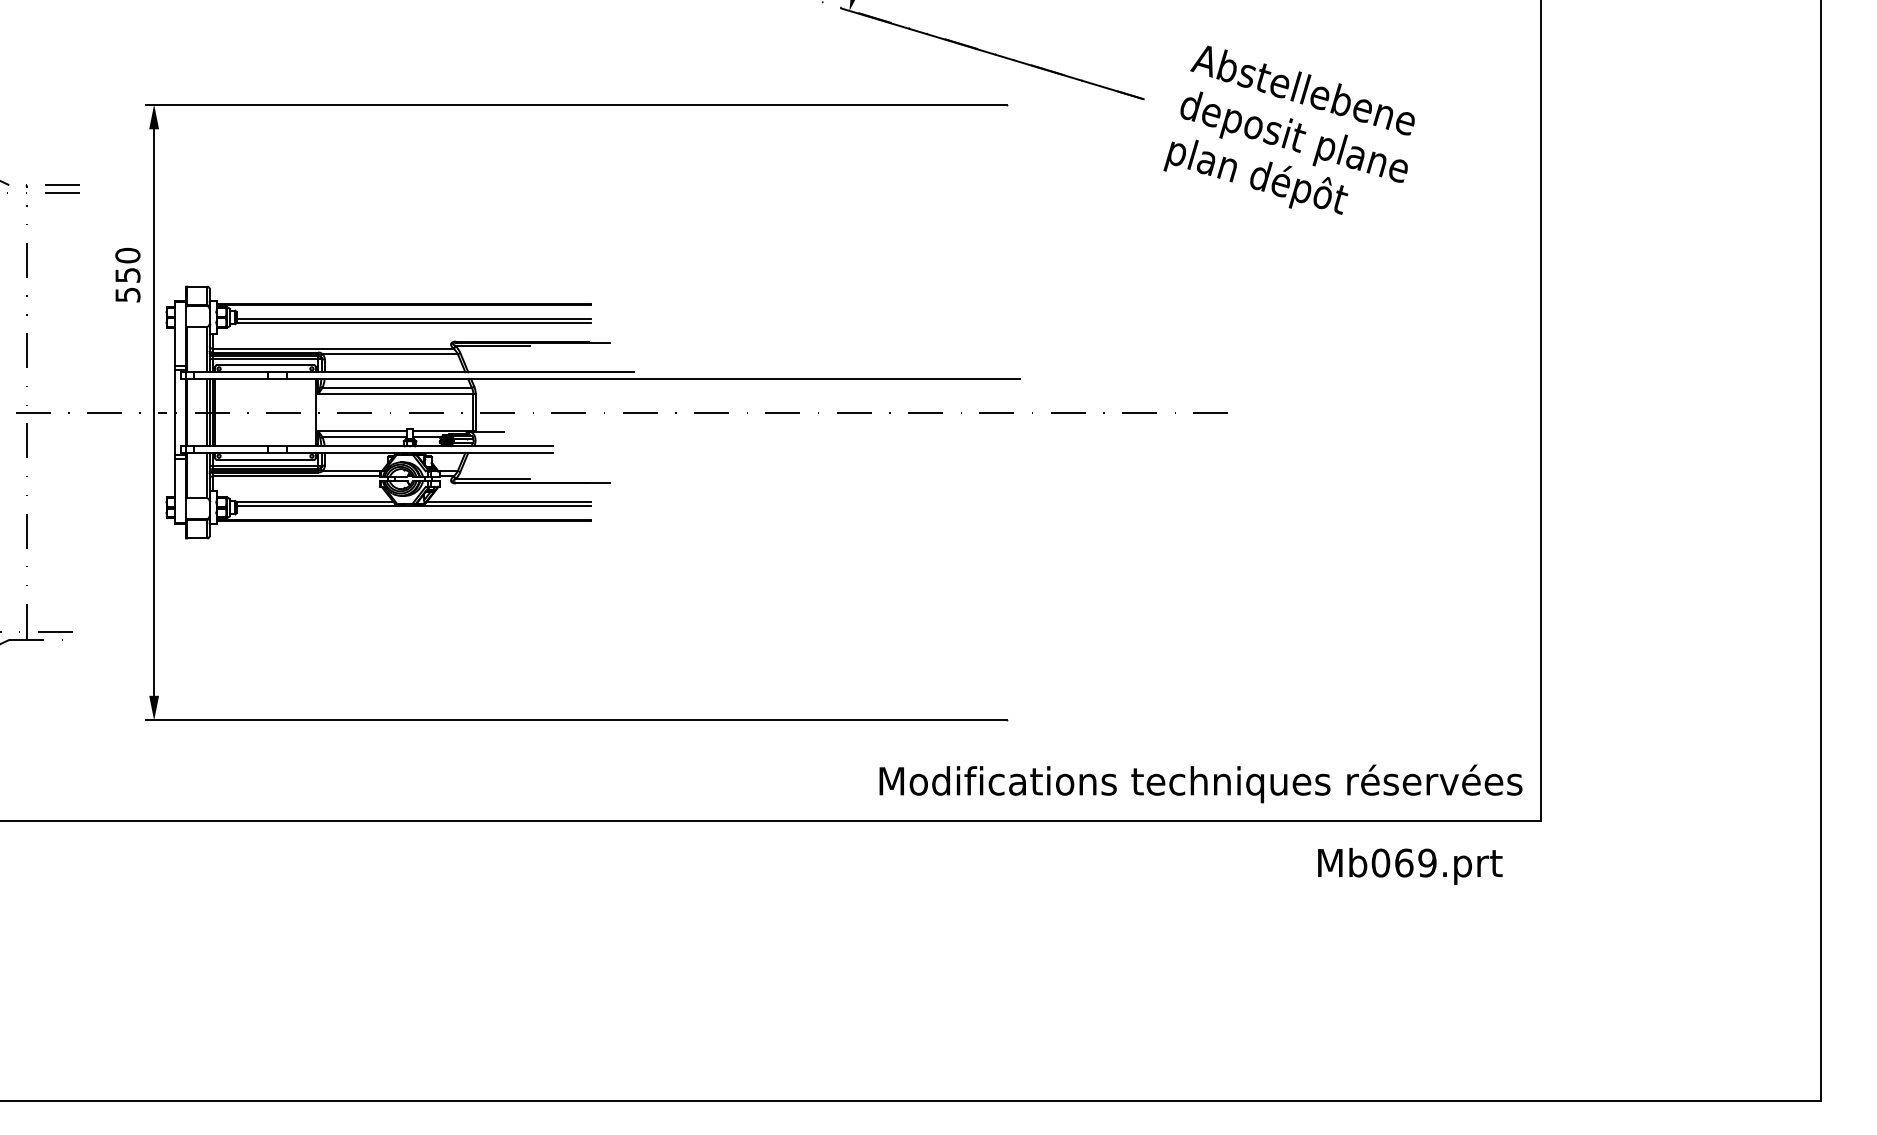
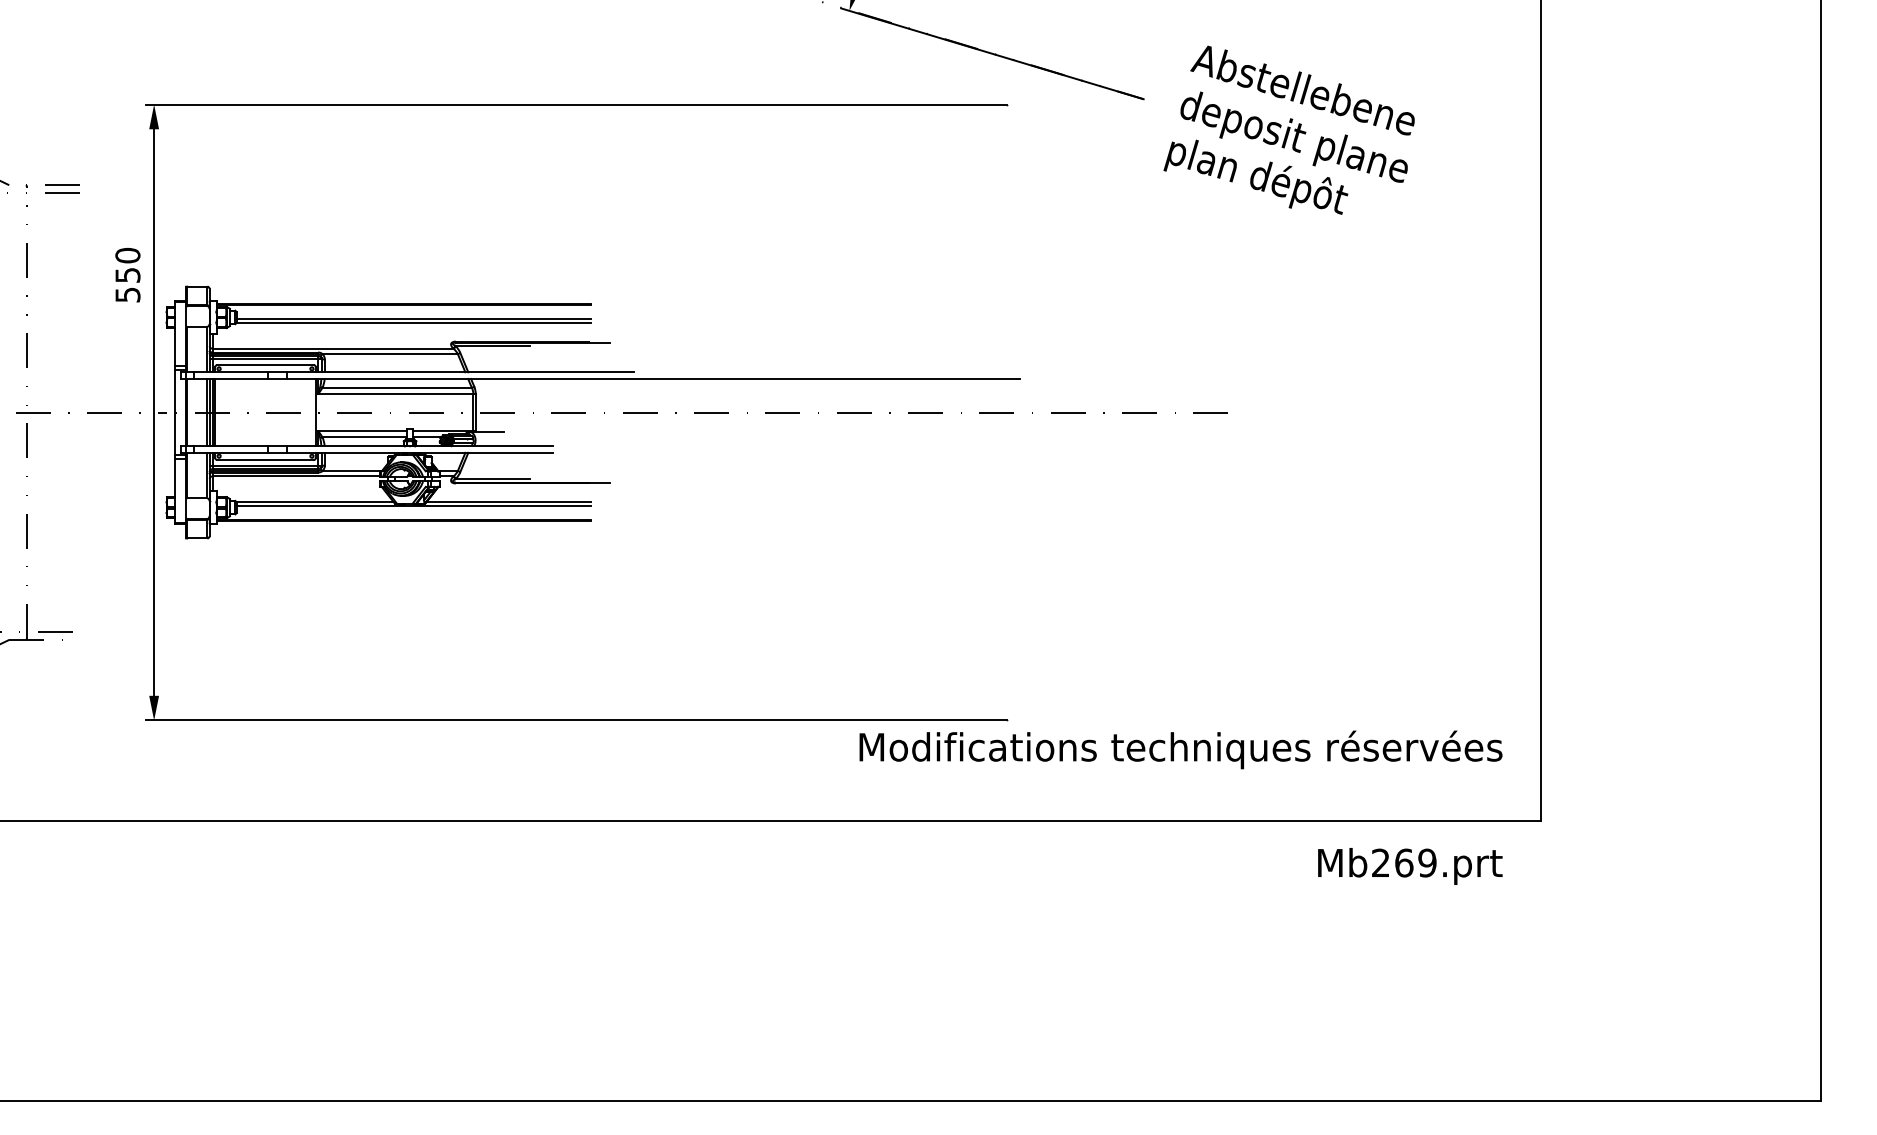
text at (1200, 783) position: (1200, 783) -> (1180, 749)
text at (1380, 862): Mb069.prt -> Mb269.prt
